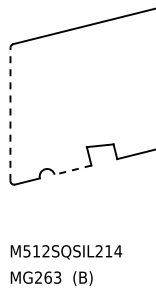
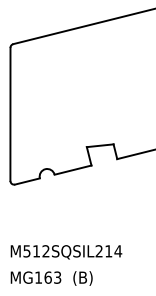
line at (10, 114): dashed -> solid
line at (73, 170): dashed -> solid
text at (38, 277): MG263 -> MG163
